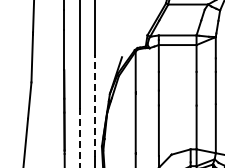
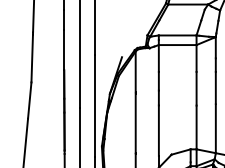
line at (94, 106): dashed -> solid
line at (80, 138): dashed -> solid
